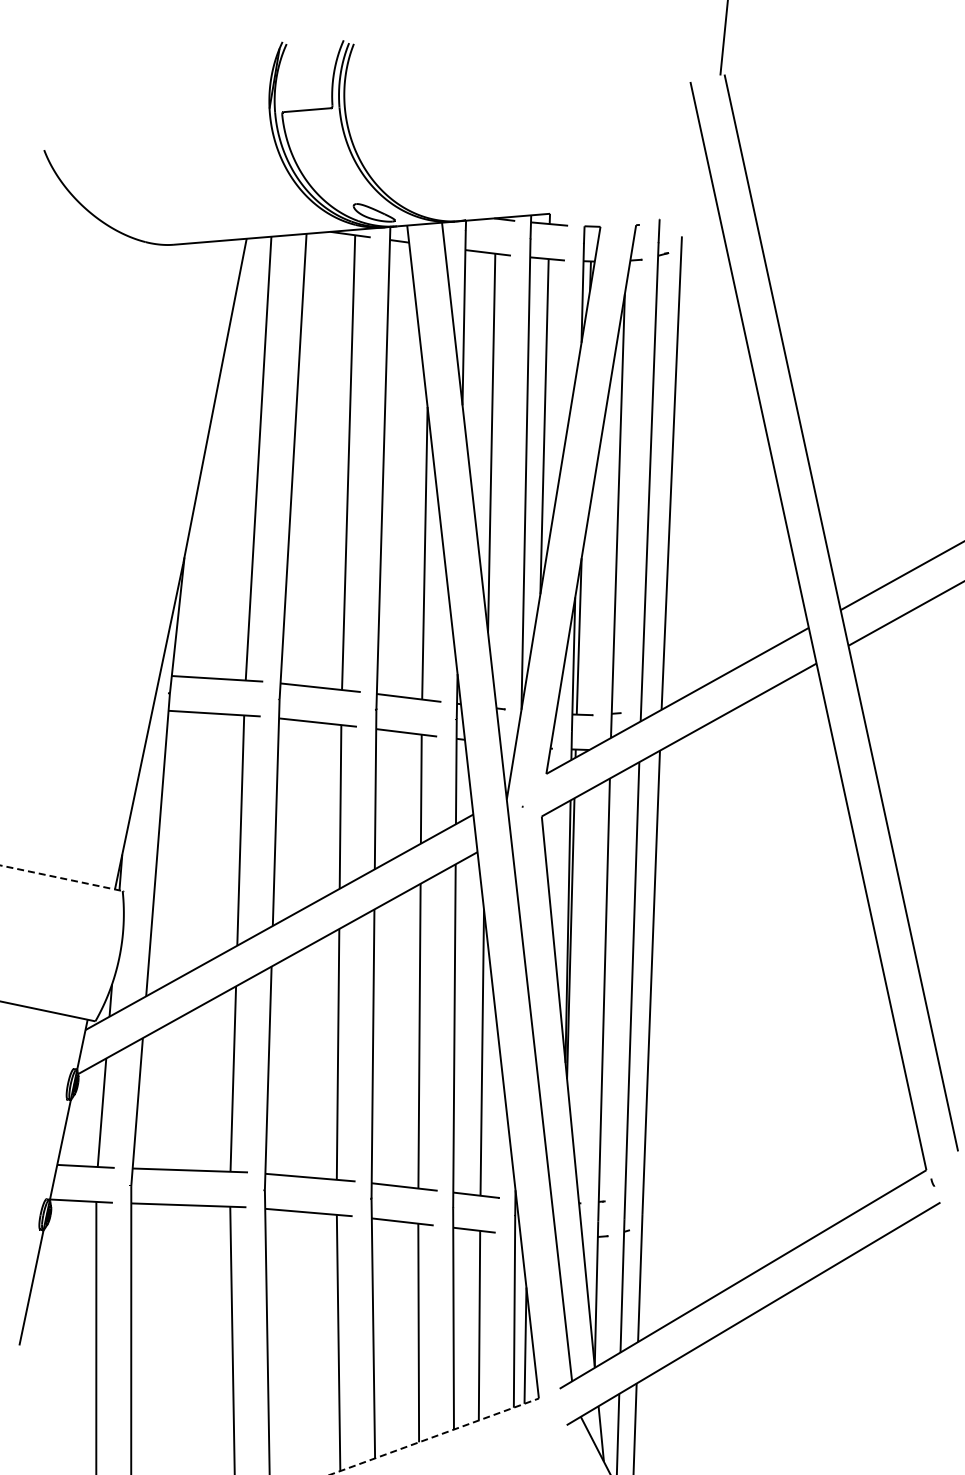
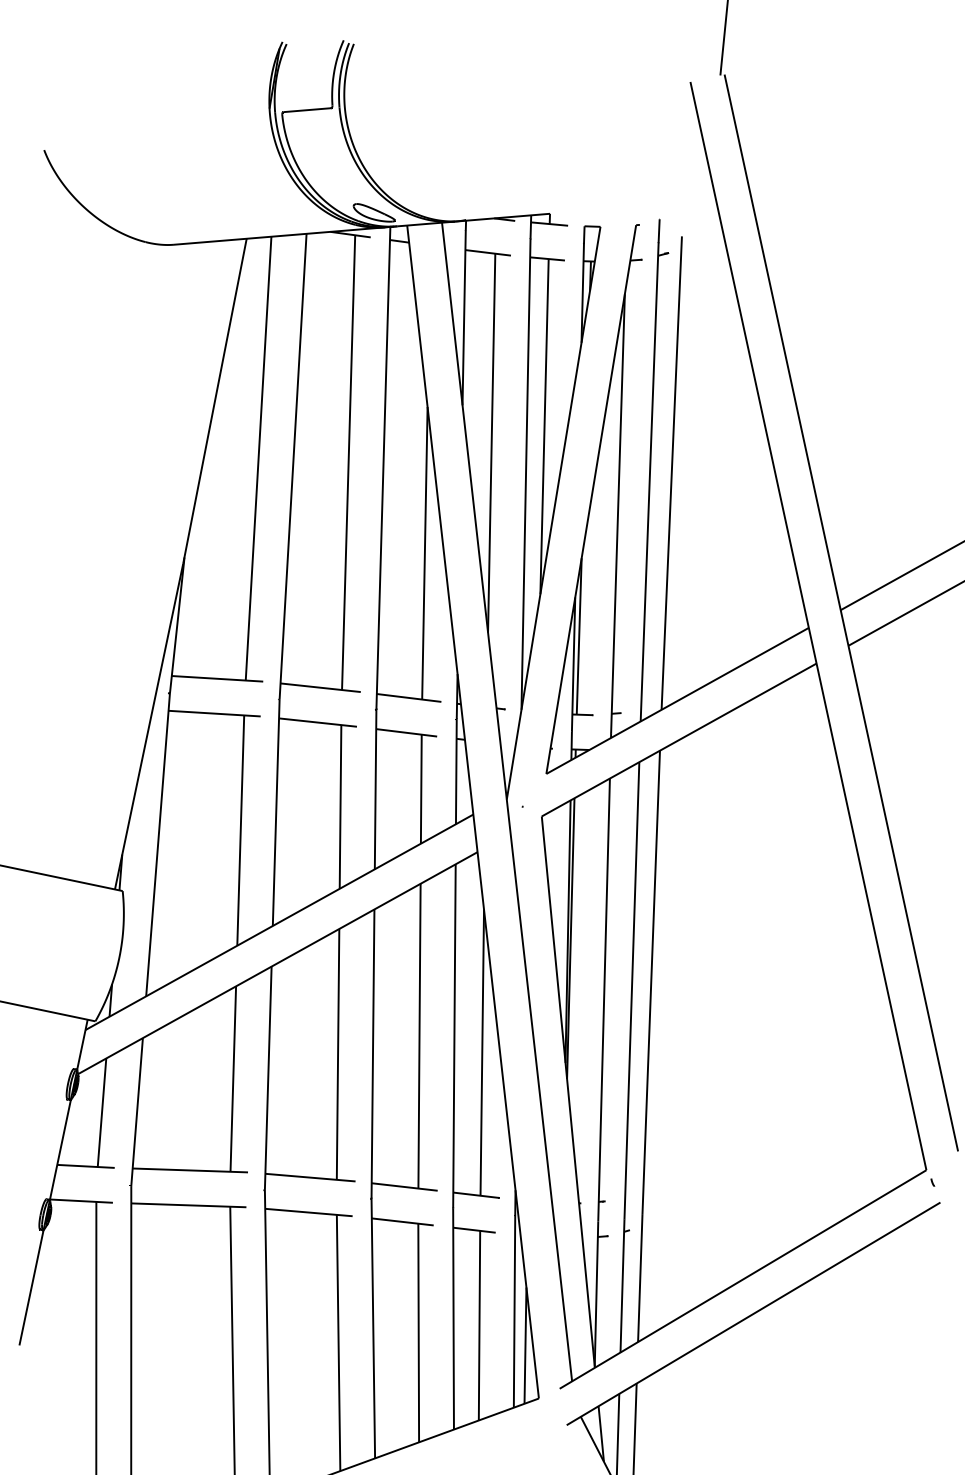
line at (62, 878): dashed -> solid
line at (434, 1436): dashed -> solid
